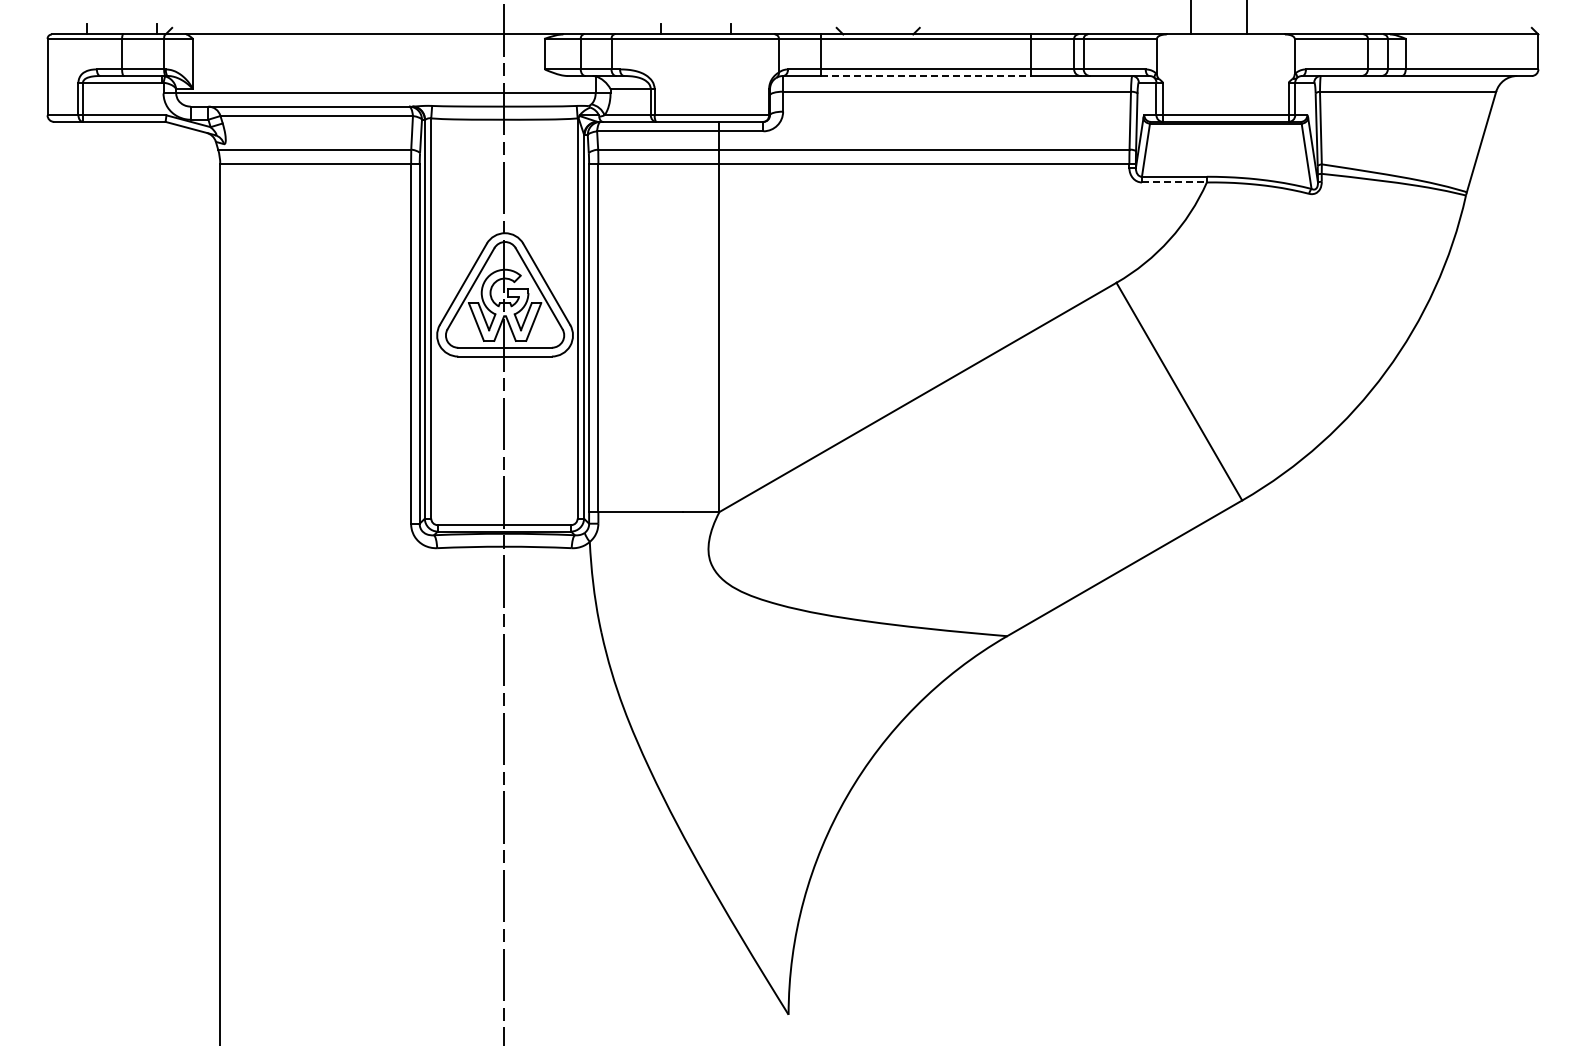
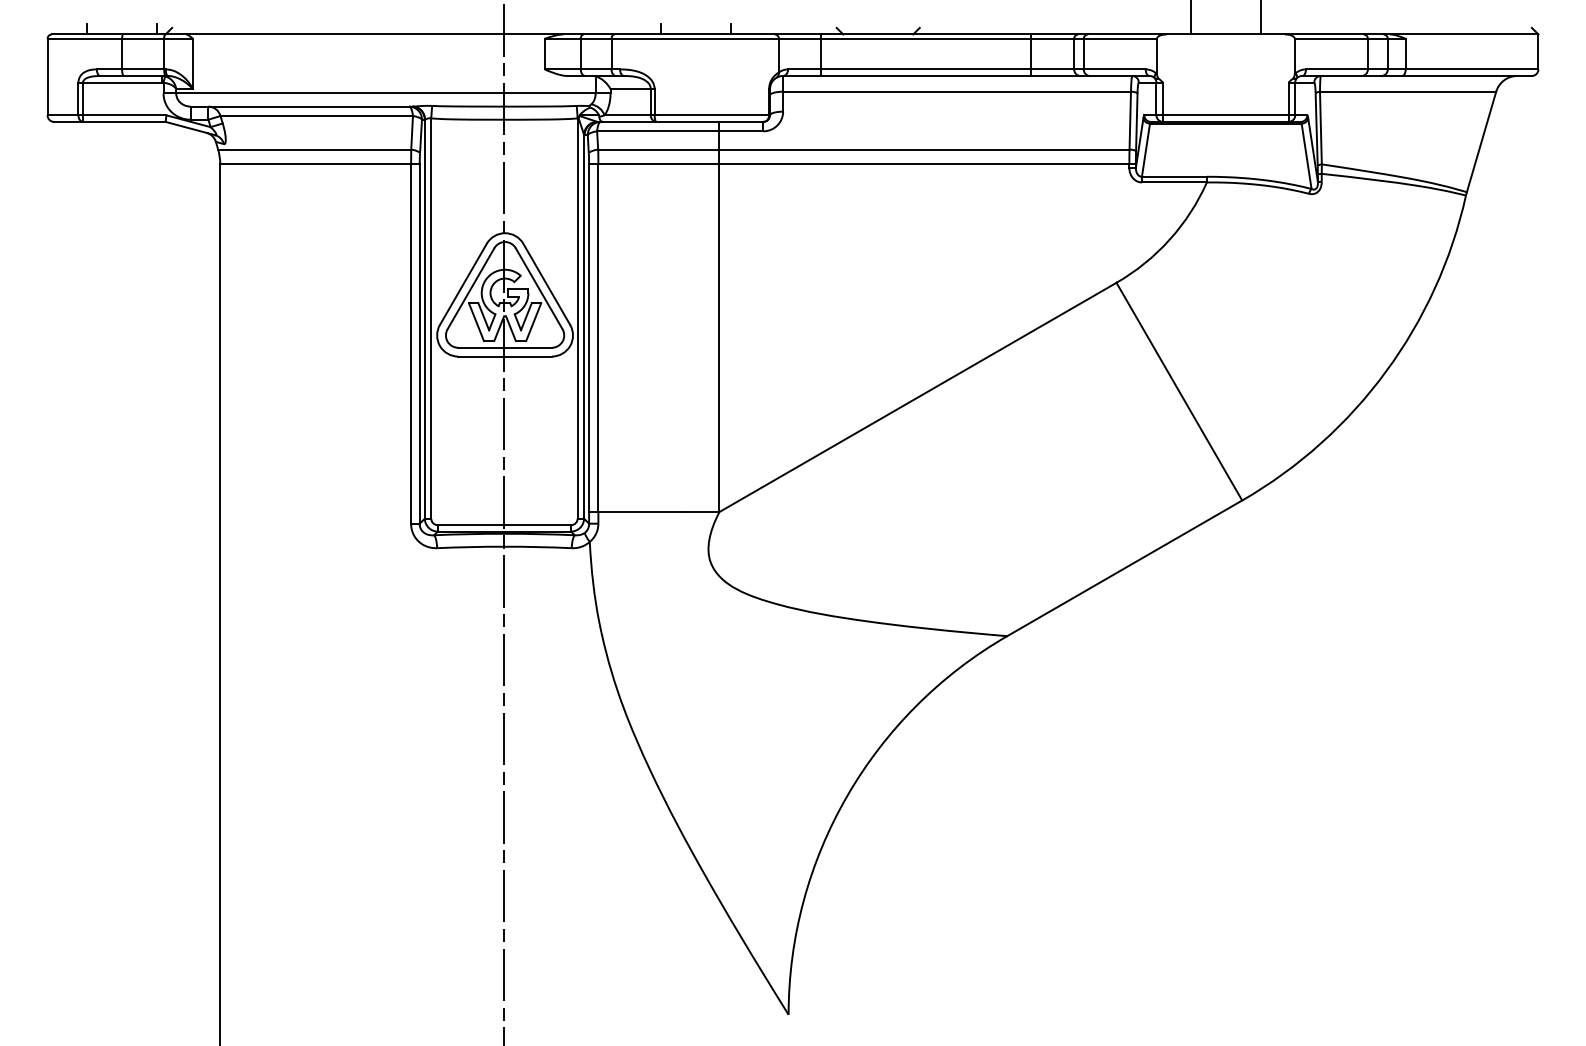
line at (1246, 18) position: (1246, 18) -> (1260, 18)
line at (926, 76): dashed -> solid
line at (1174, 182): dashed -> solid
